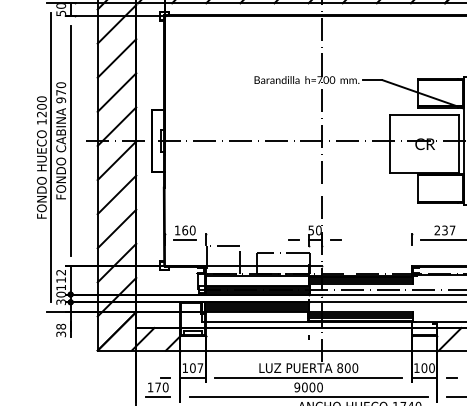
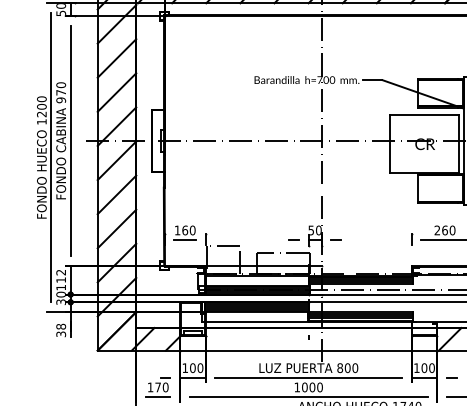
text at (448, 230): 237 -> 260
text at (200, 368): 107 -> 100
text at (297, 387): 9000 -> 1000
